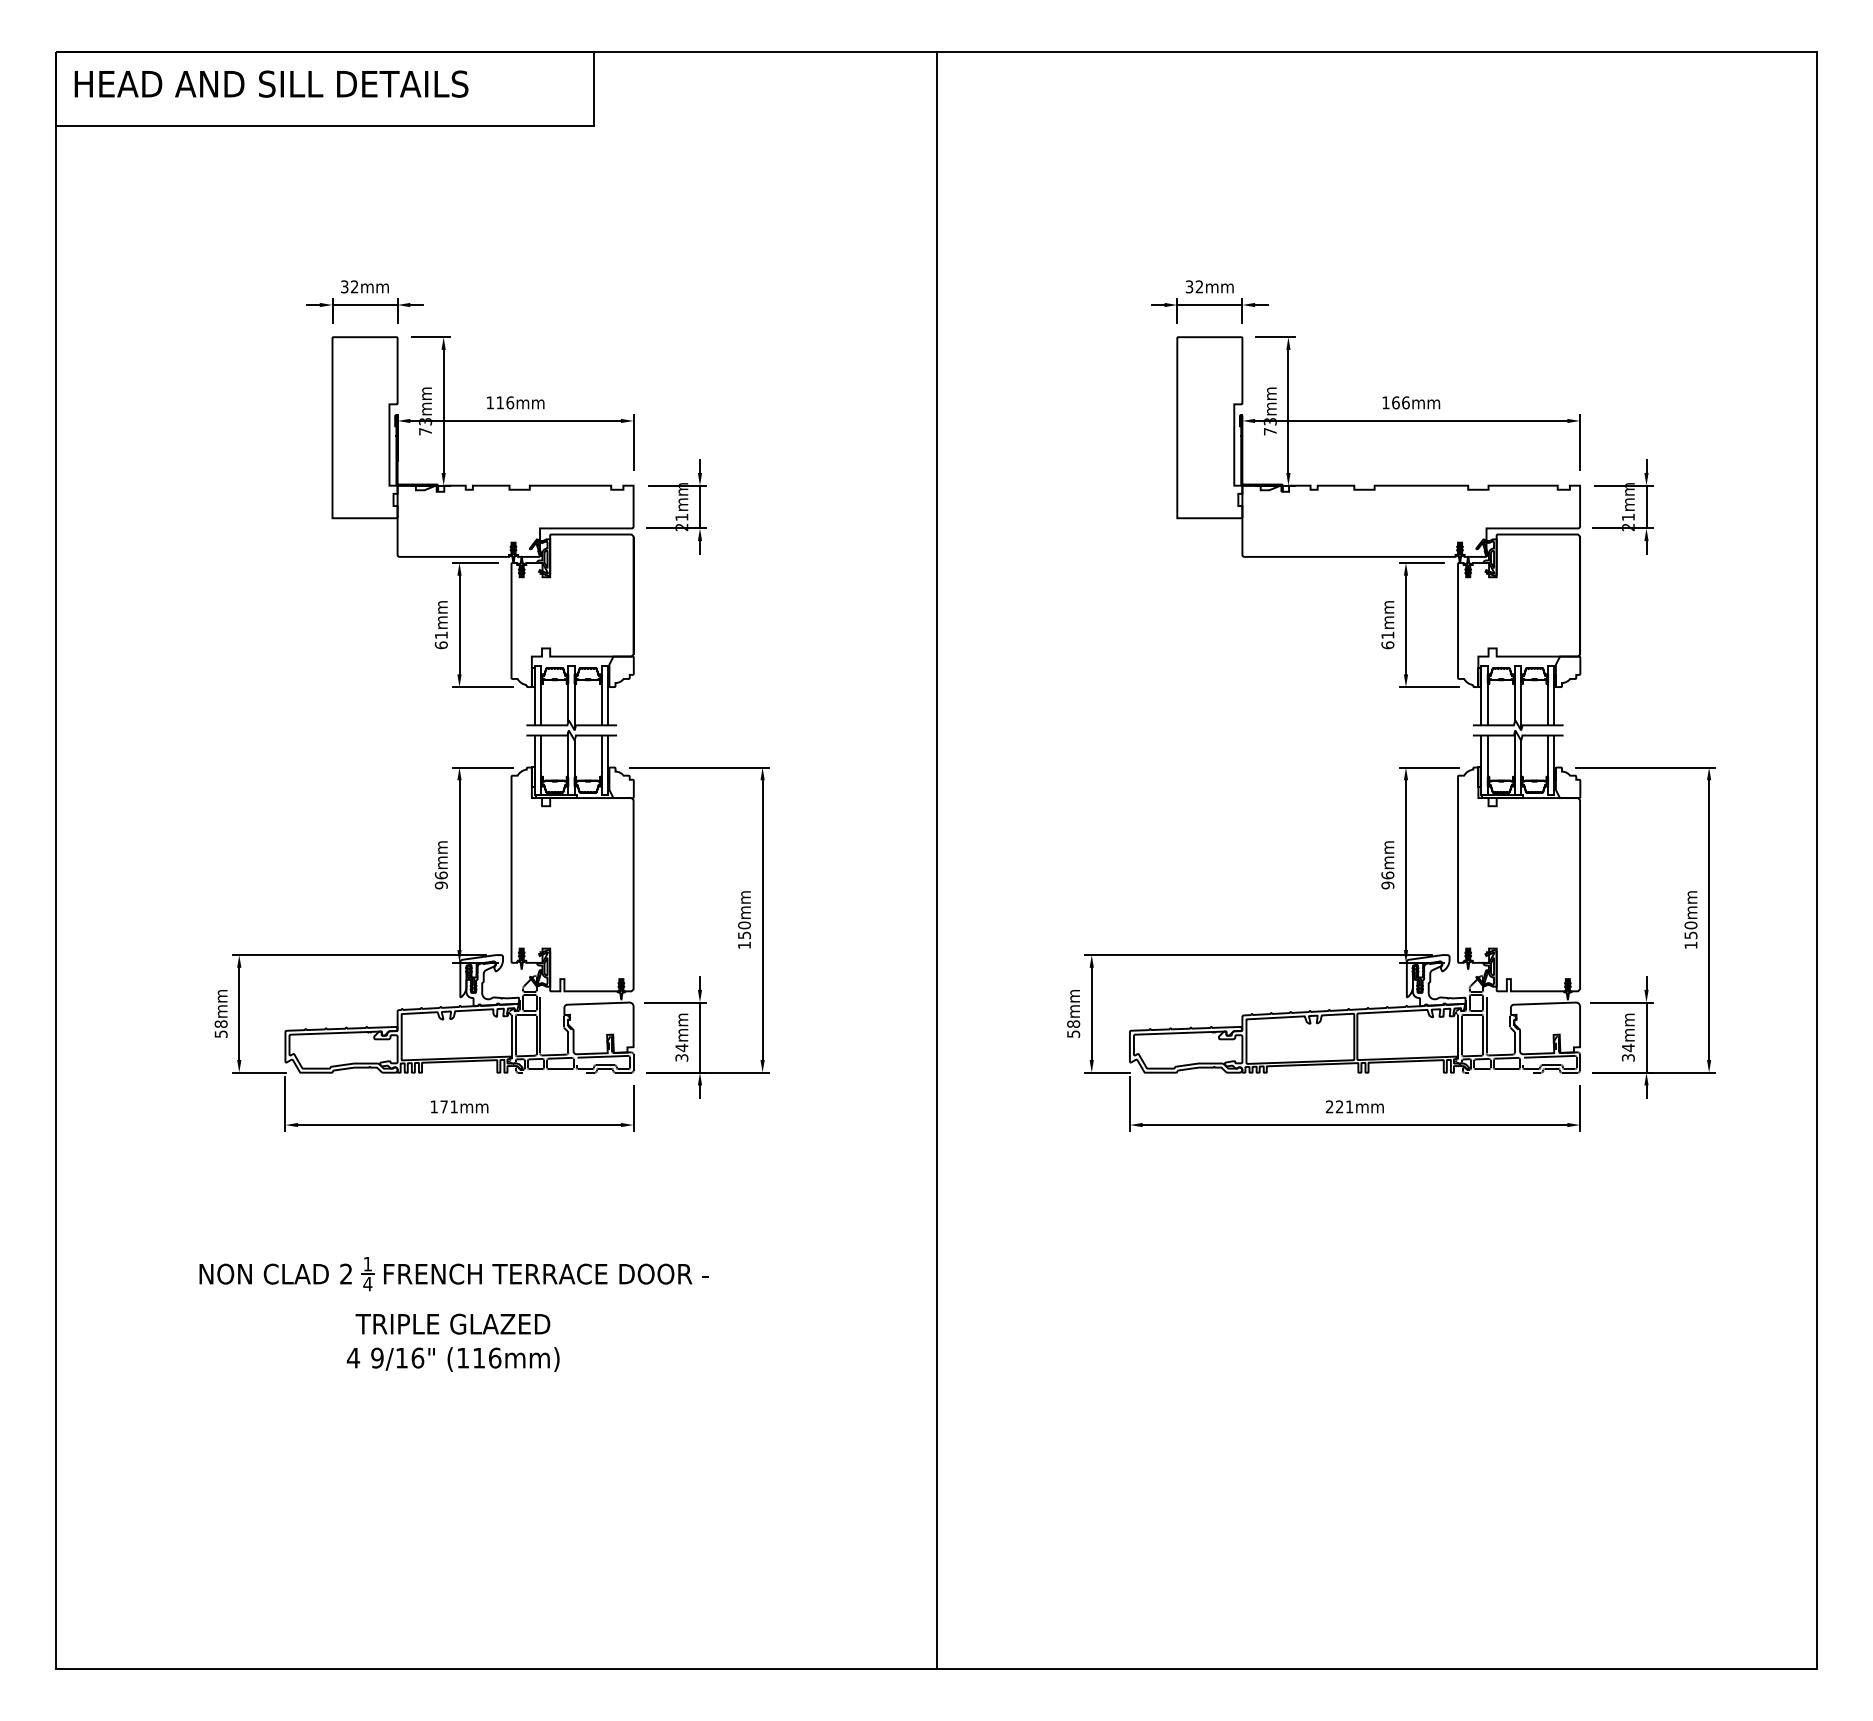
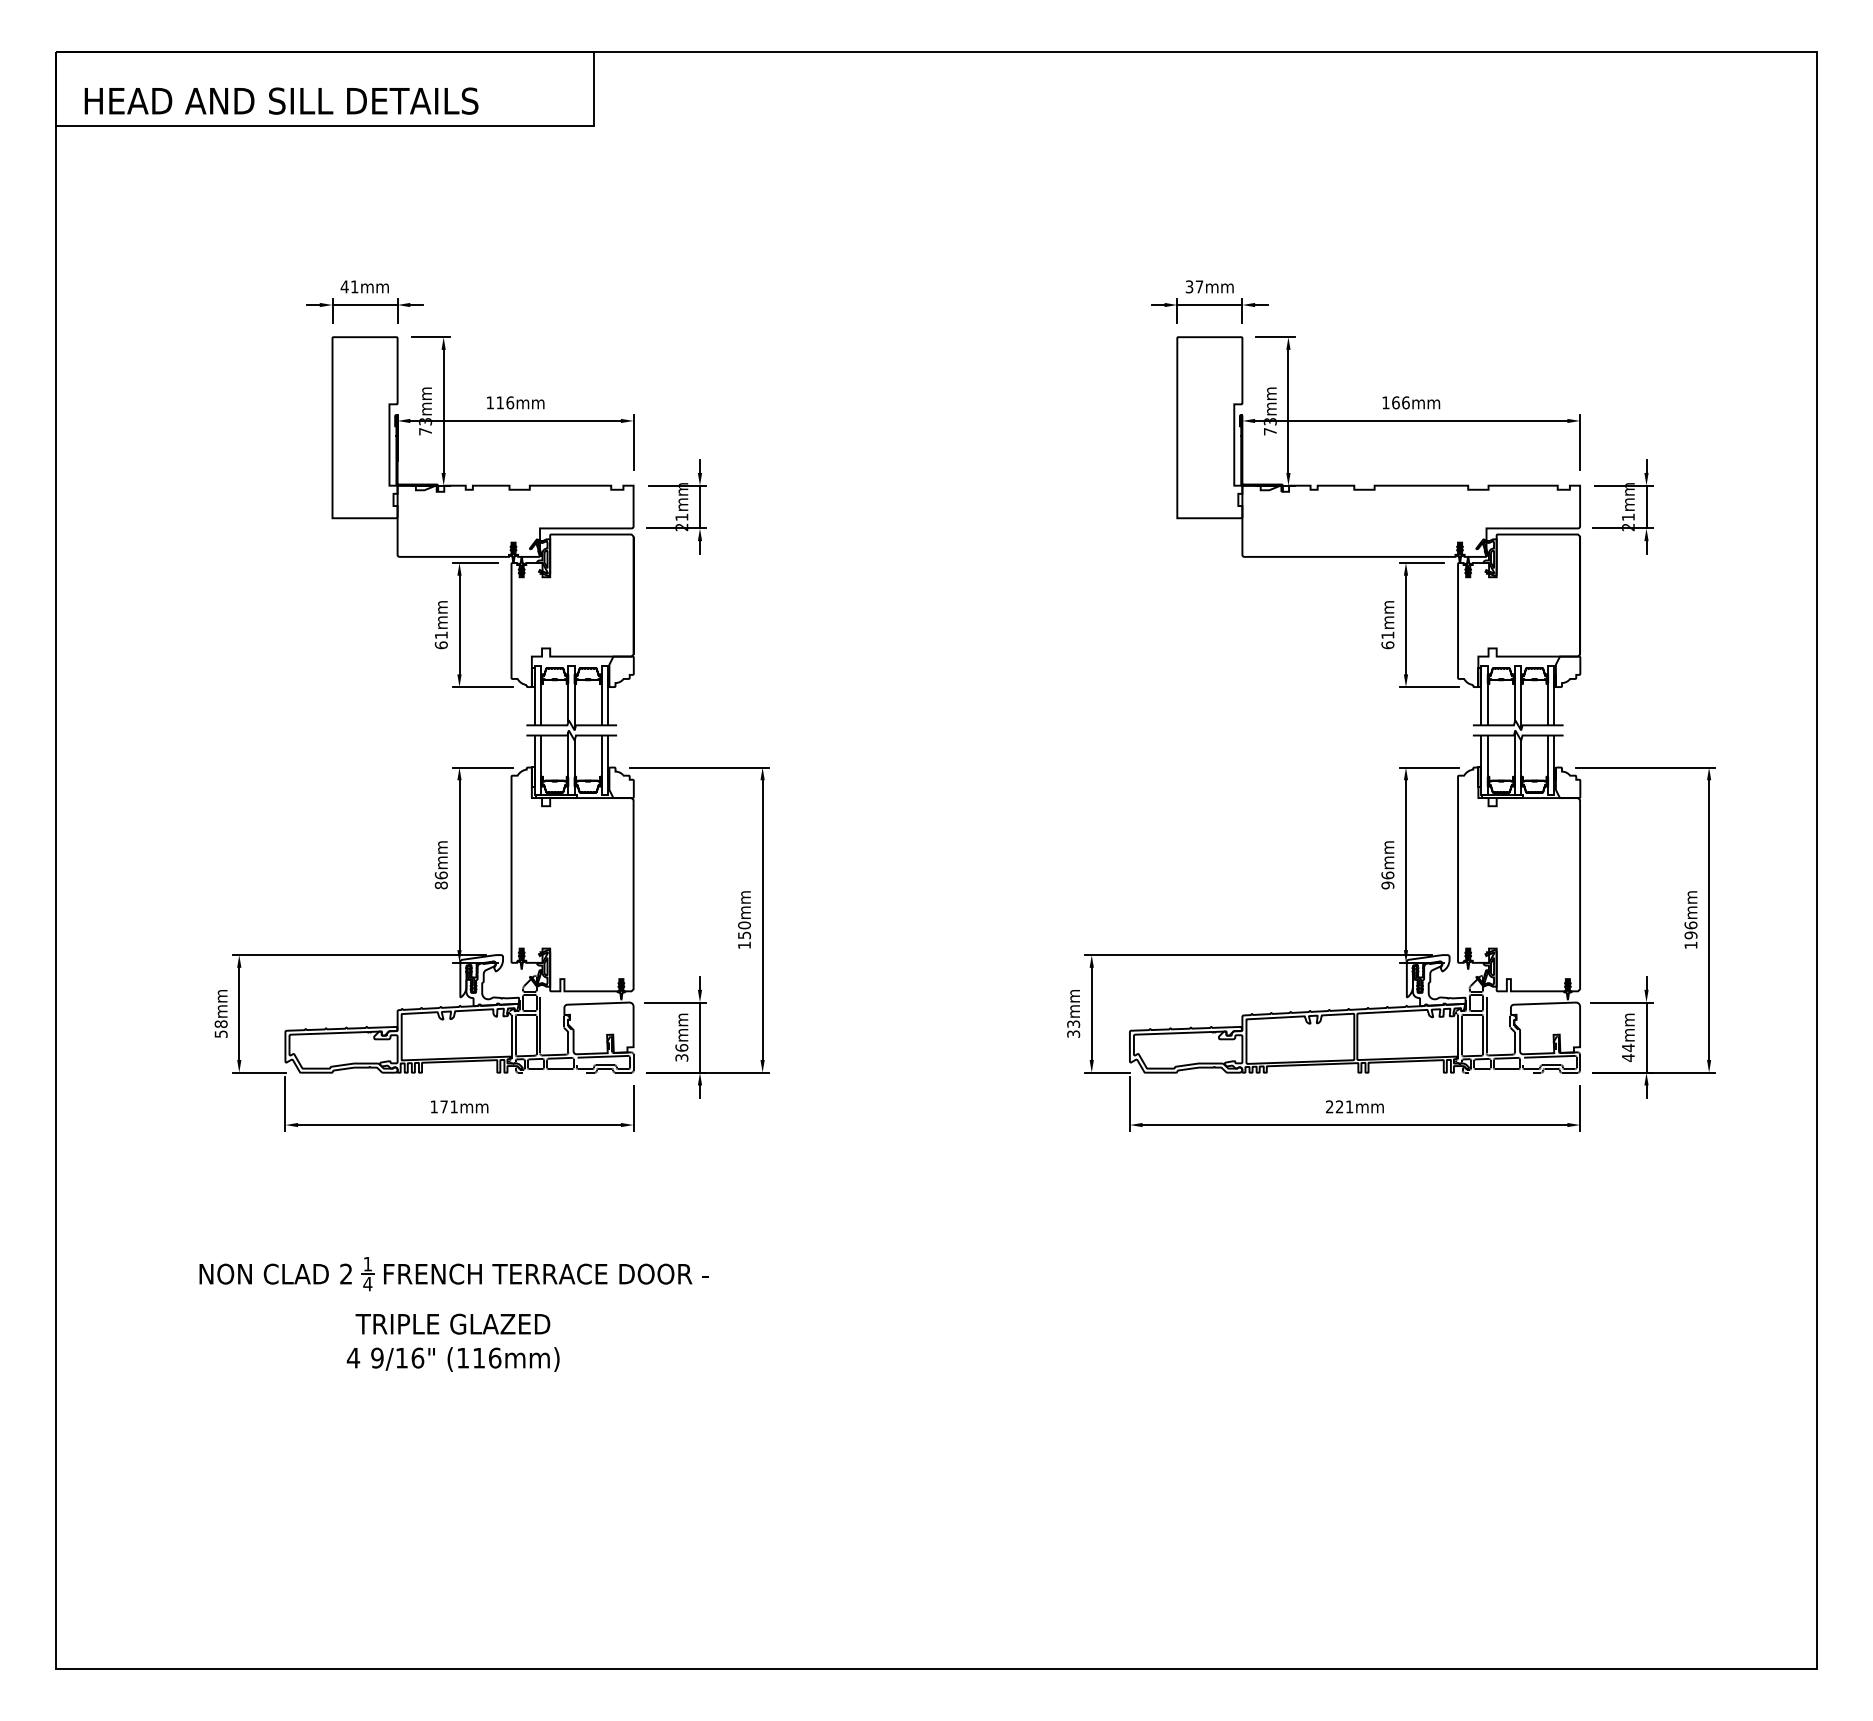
text at (271, 83) position: (271, 83) -> (281, 100)
text at (349, 286): 32mm -> 41mm
text at (1199, 286): 32mm -> 37mm
line at (936, 860): present -> none
text at (441, 885): 96mm -> 86mm
text at (1690, 930): 150mm -> 196mm
text at (1073, 1028): 58mm -> 33mm
text at (681, 1047): 34mm -> 36mm
text at (1627, 1057): 34mm -> 44mm
